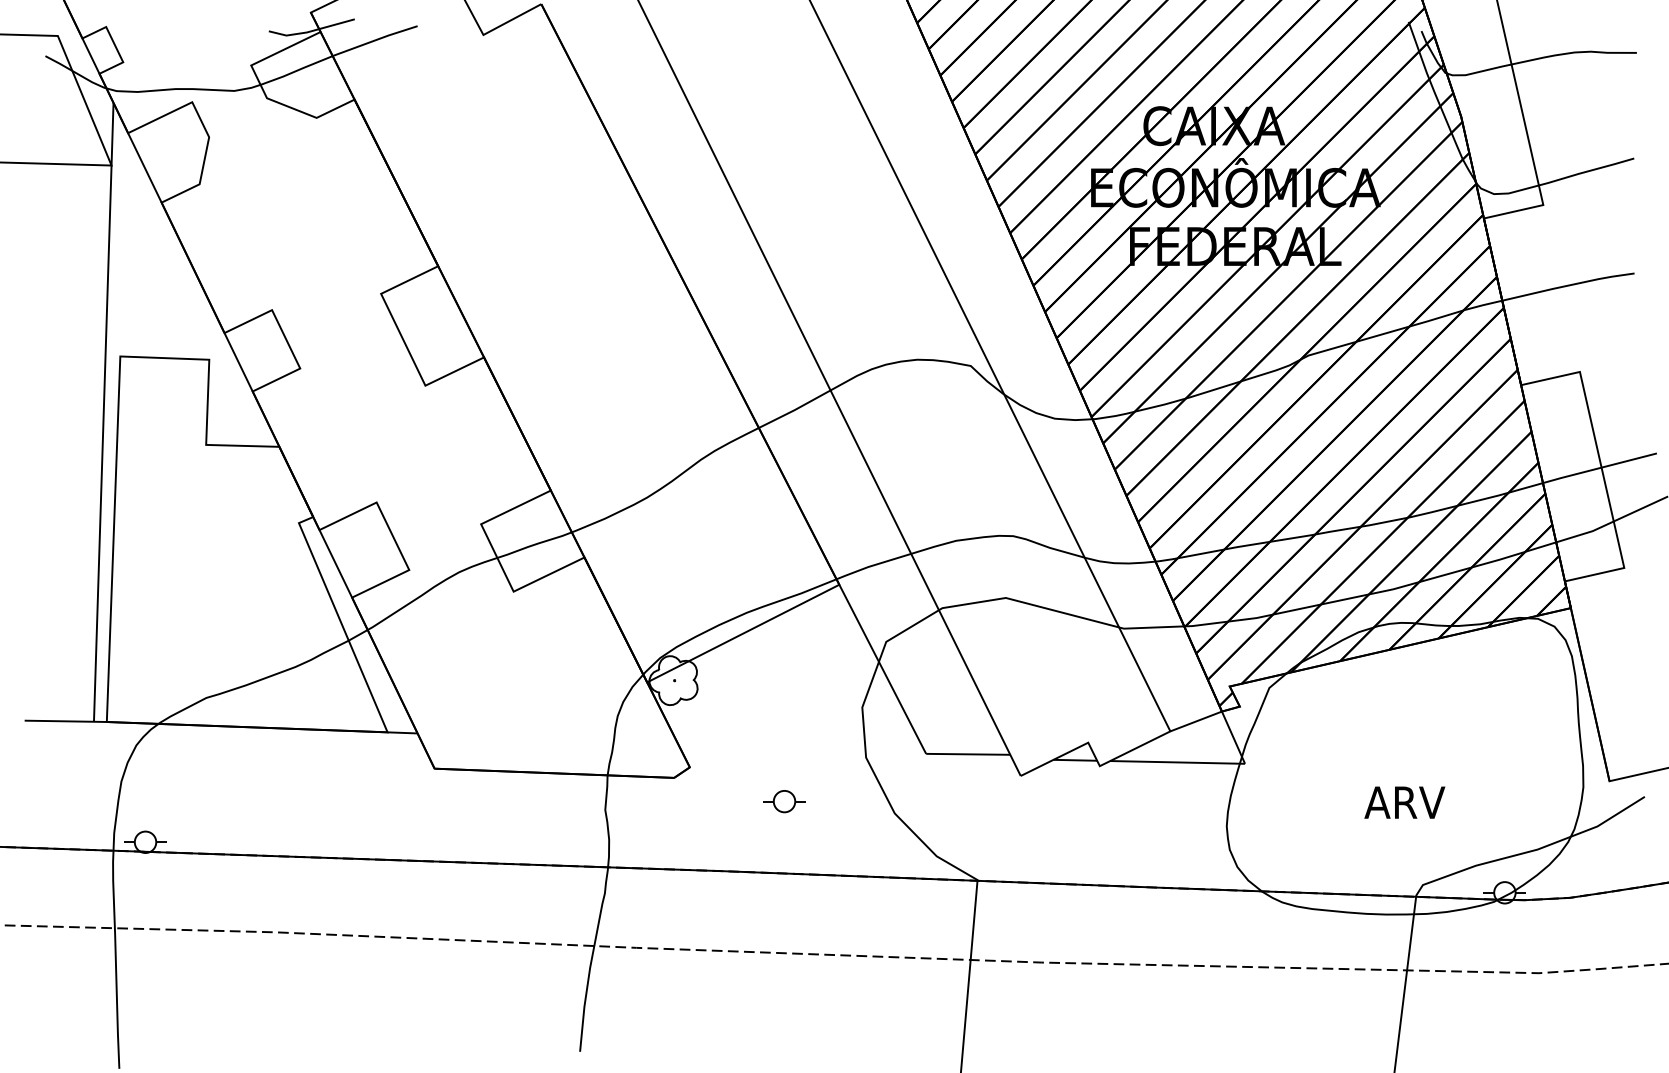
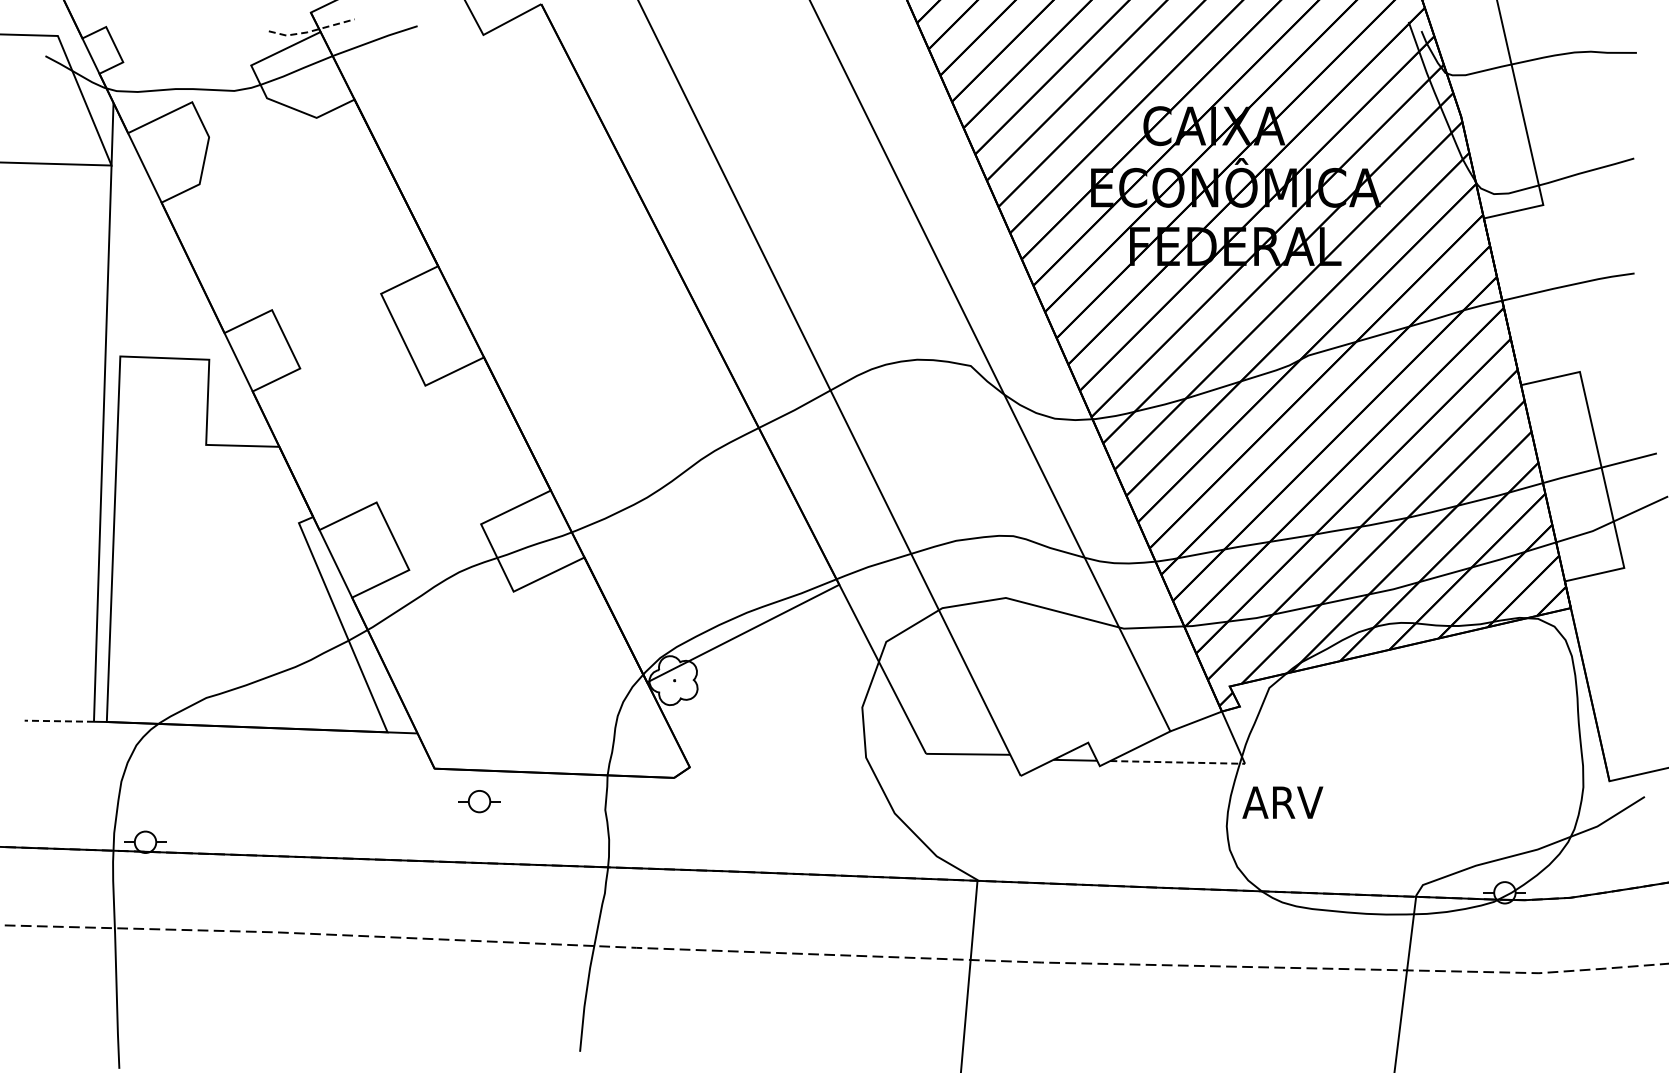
line at (310, 31): solid -> dashed
line at (59, 721): solid -> dashed
line at (1178, 762): solid -> dashed
part at (784, 801) position: (784, 801) -> (479, 801)
text at (1404, 802) position: (1404, 802) -> (1282, 802)
